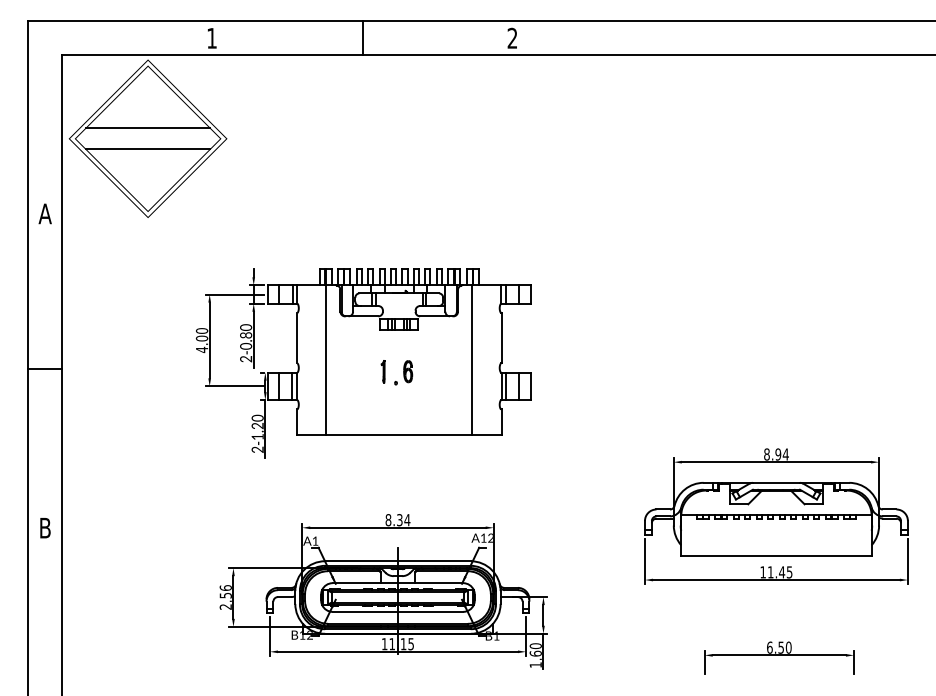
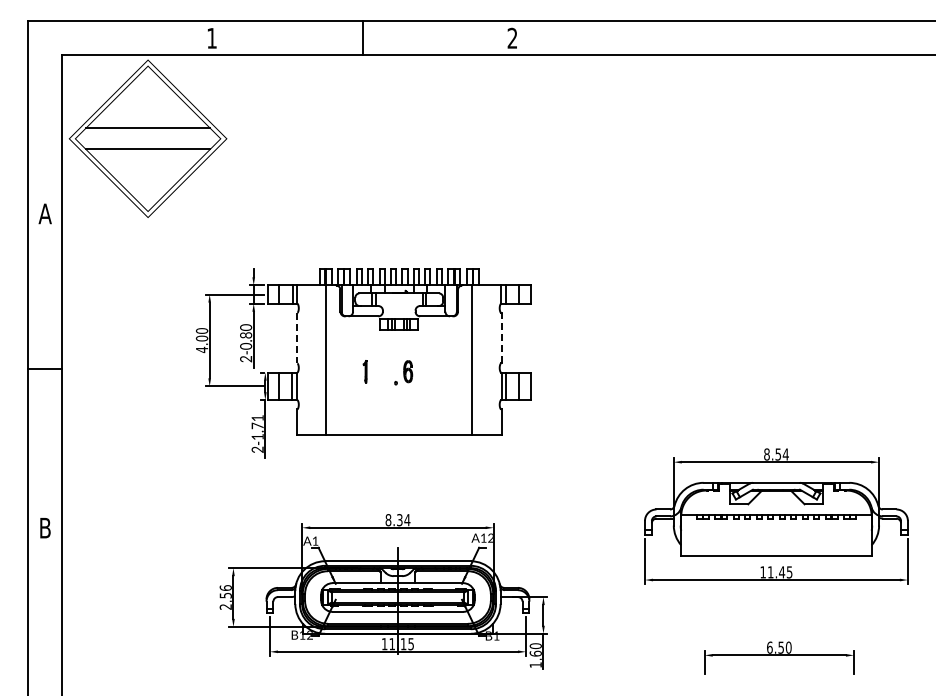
line at (501, 337): solid -> dashed
line at (296, 338): solid -> dashed
part at (382, 371) position: (382, 371) -> (364, 371)
text at (257, 421): 2-1.20 -> 2-1.71
text at (778, 454): 8.94 -> 8.54
